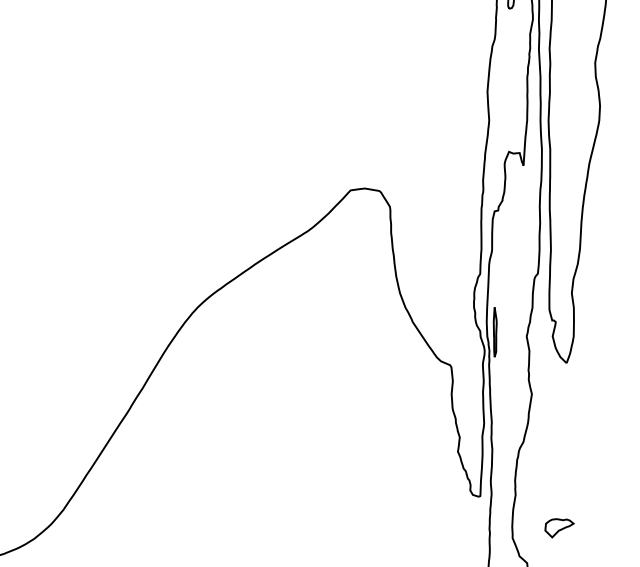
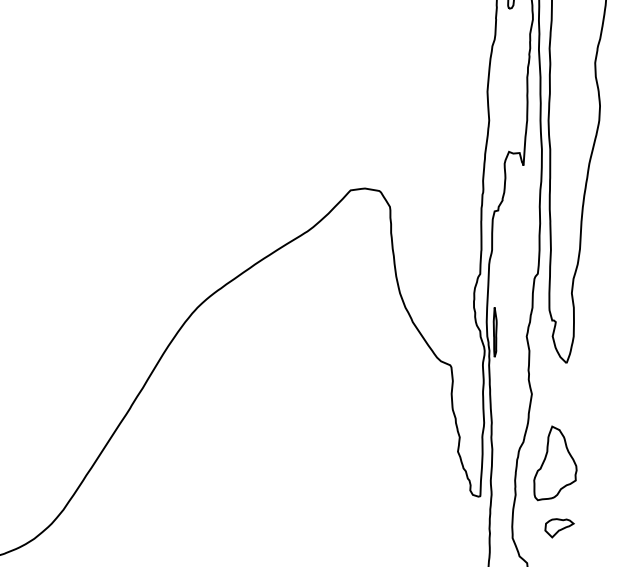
part at (555, 463): none -> present
